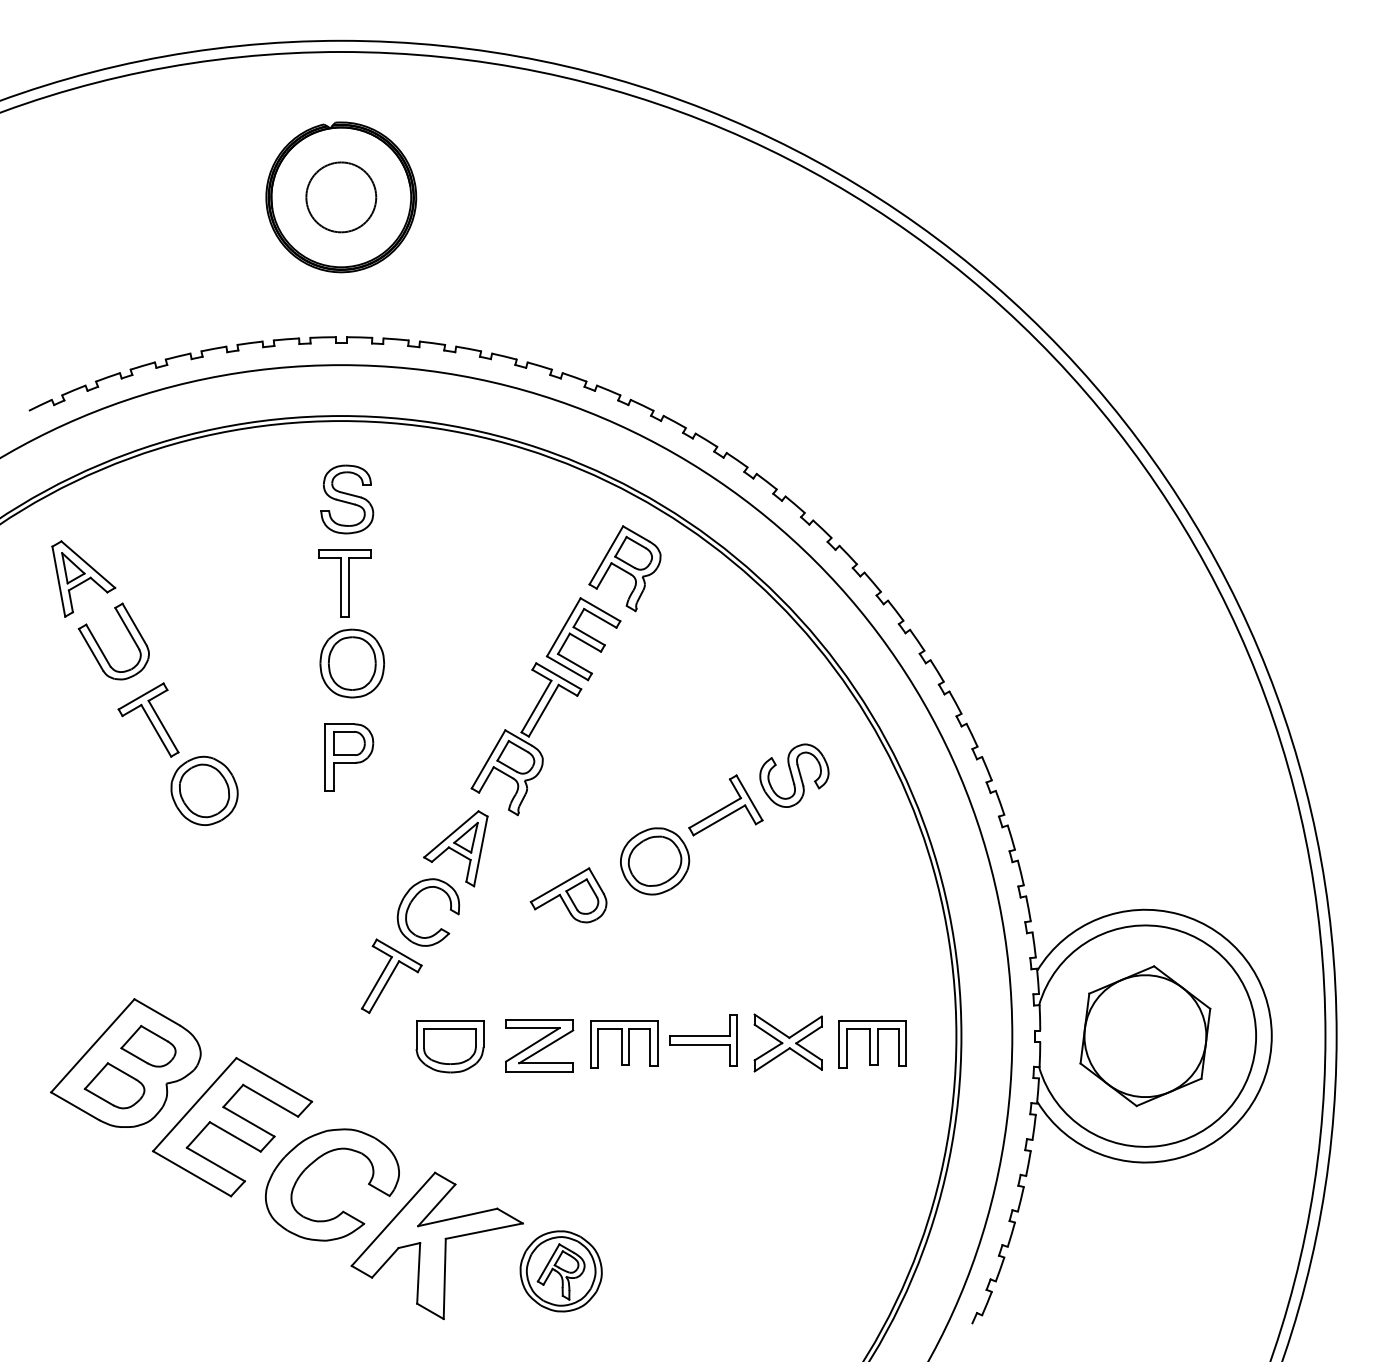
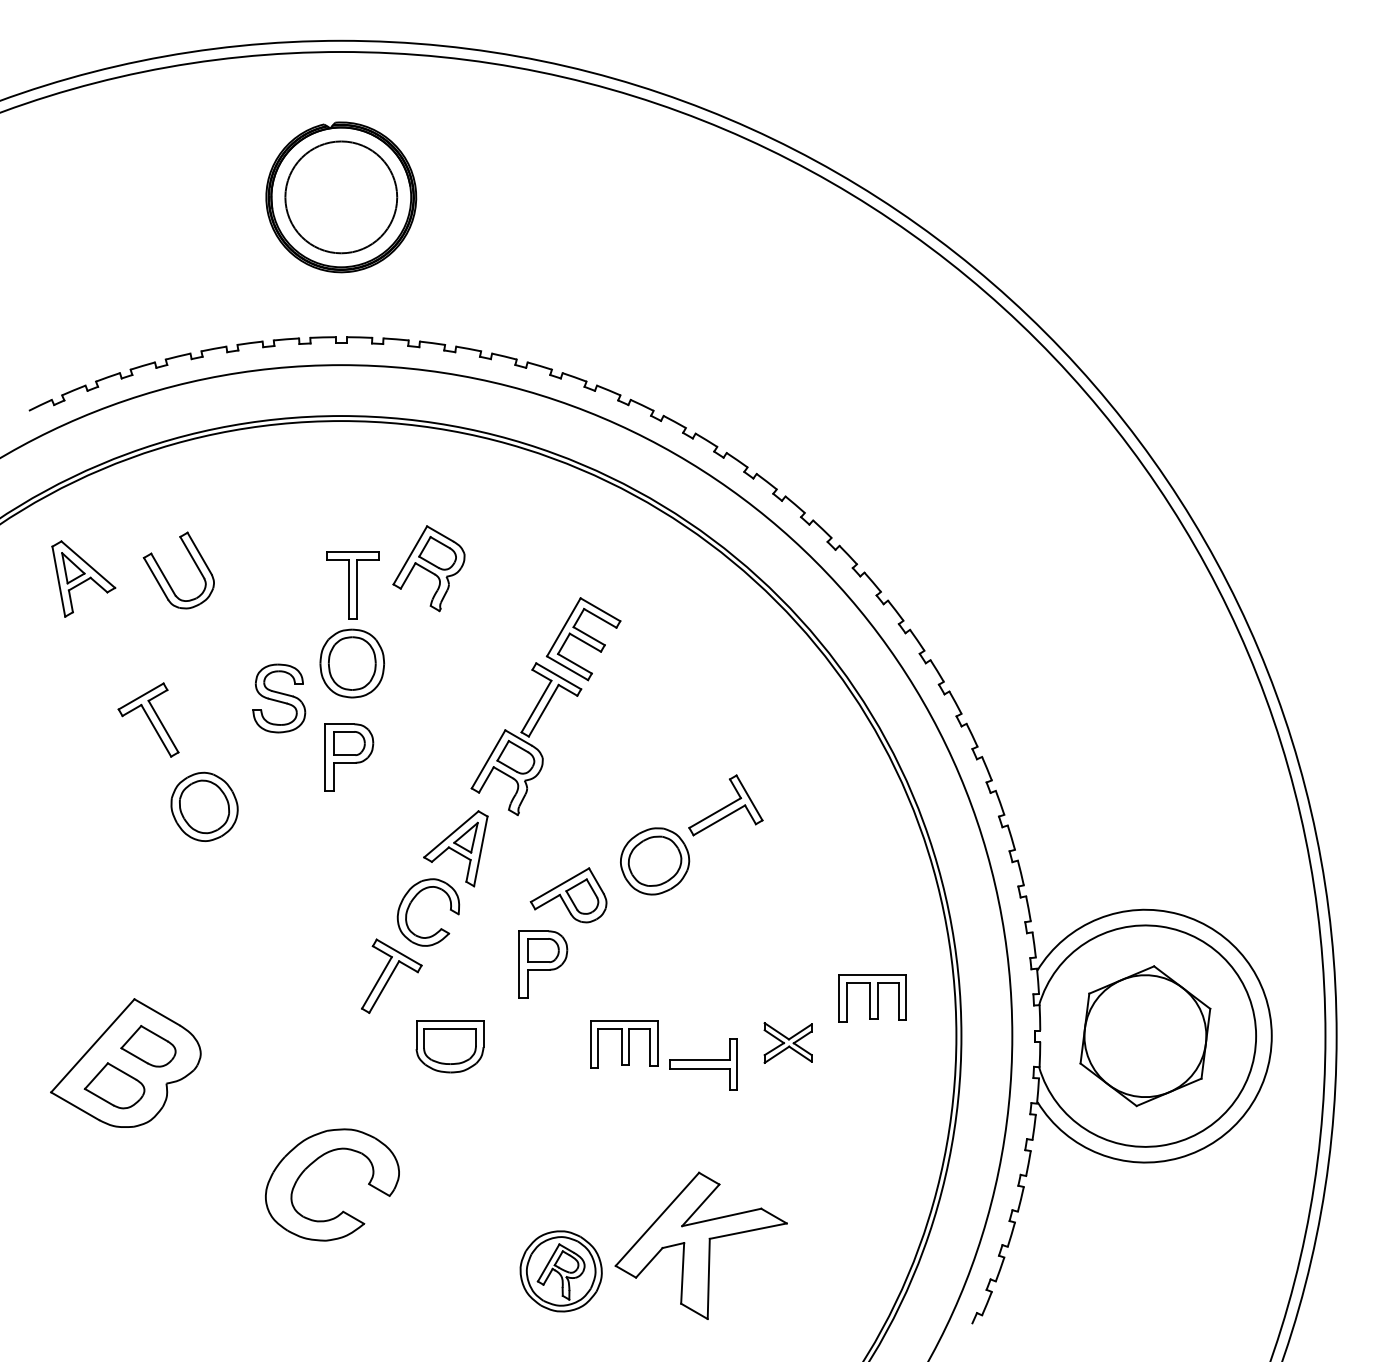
circle at (341, 197) diameter: 70 px -> 112 px
part at (347, 499) position: (347, 499) -> (279, 698)
part at (624, 568) position: (624, 568) -> (428, 568)
part at (344, 583) position: (344, 583) -> (352, 585)
part at (101, 648) position: (101, 648) -> (166, 577)
part at (794, 775): present -> none
part at (204, 790) position: (204, 790) -> (204, 806)
part at (543, 964): none -> present
part at (703, 1040) position: (703, 1040) -> (703, 1064)
part at (787, 1042) size: 70x60 px -> 50x42 px
part at (872, 1044) position: (872, 1044) -> (872, 998)
part at (539, 1045): present -> none
part at (232, 1127): present -> none
part at (436, 1245) position: (436, 1245) -> (700, 1245)
